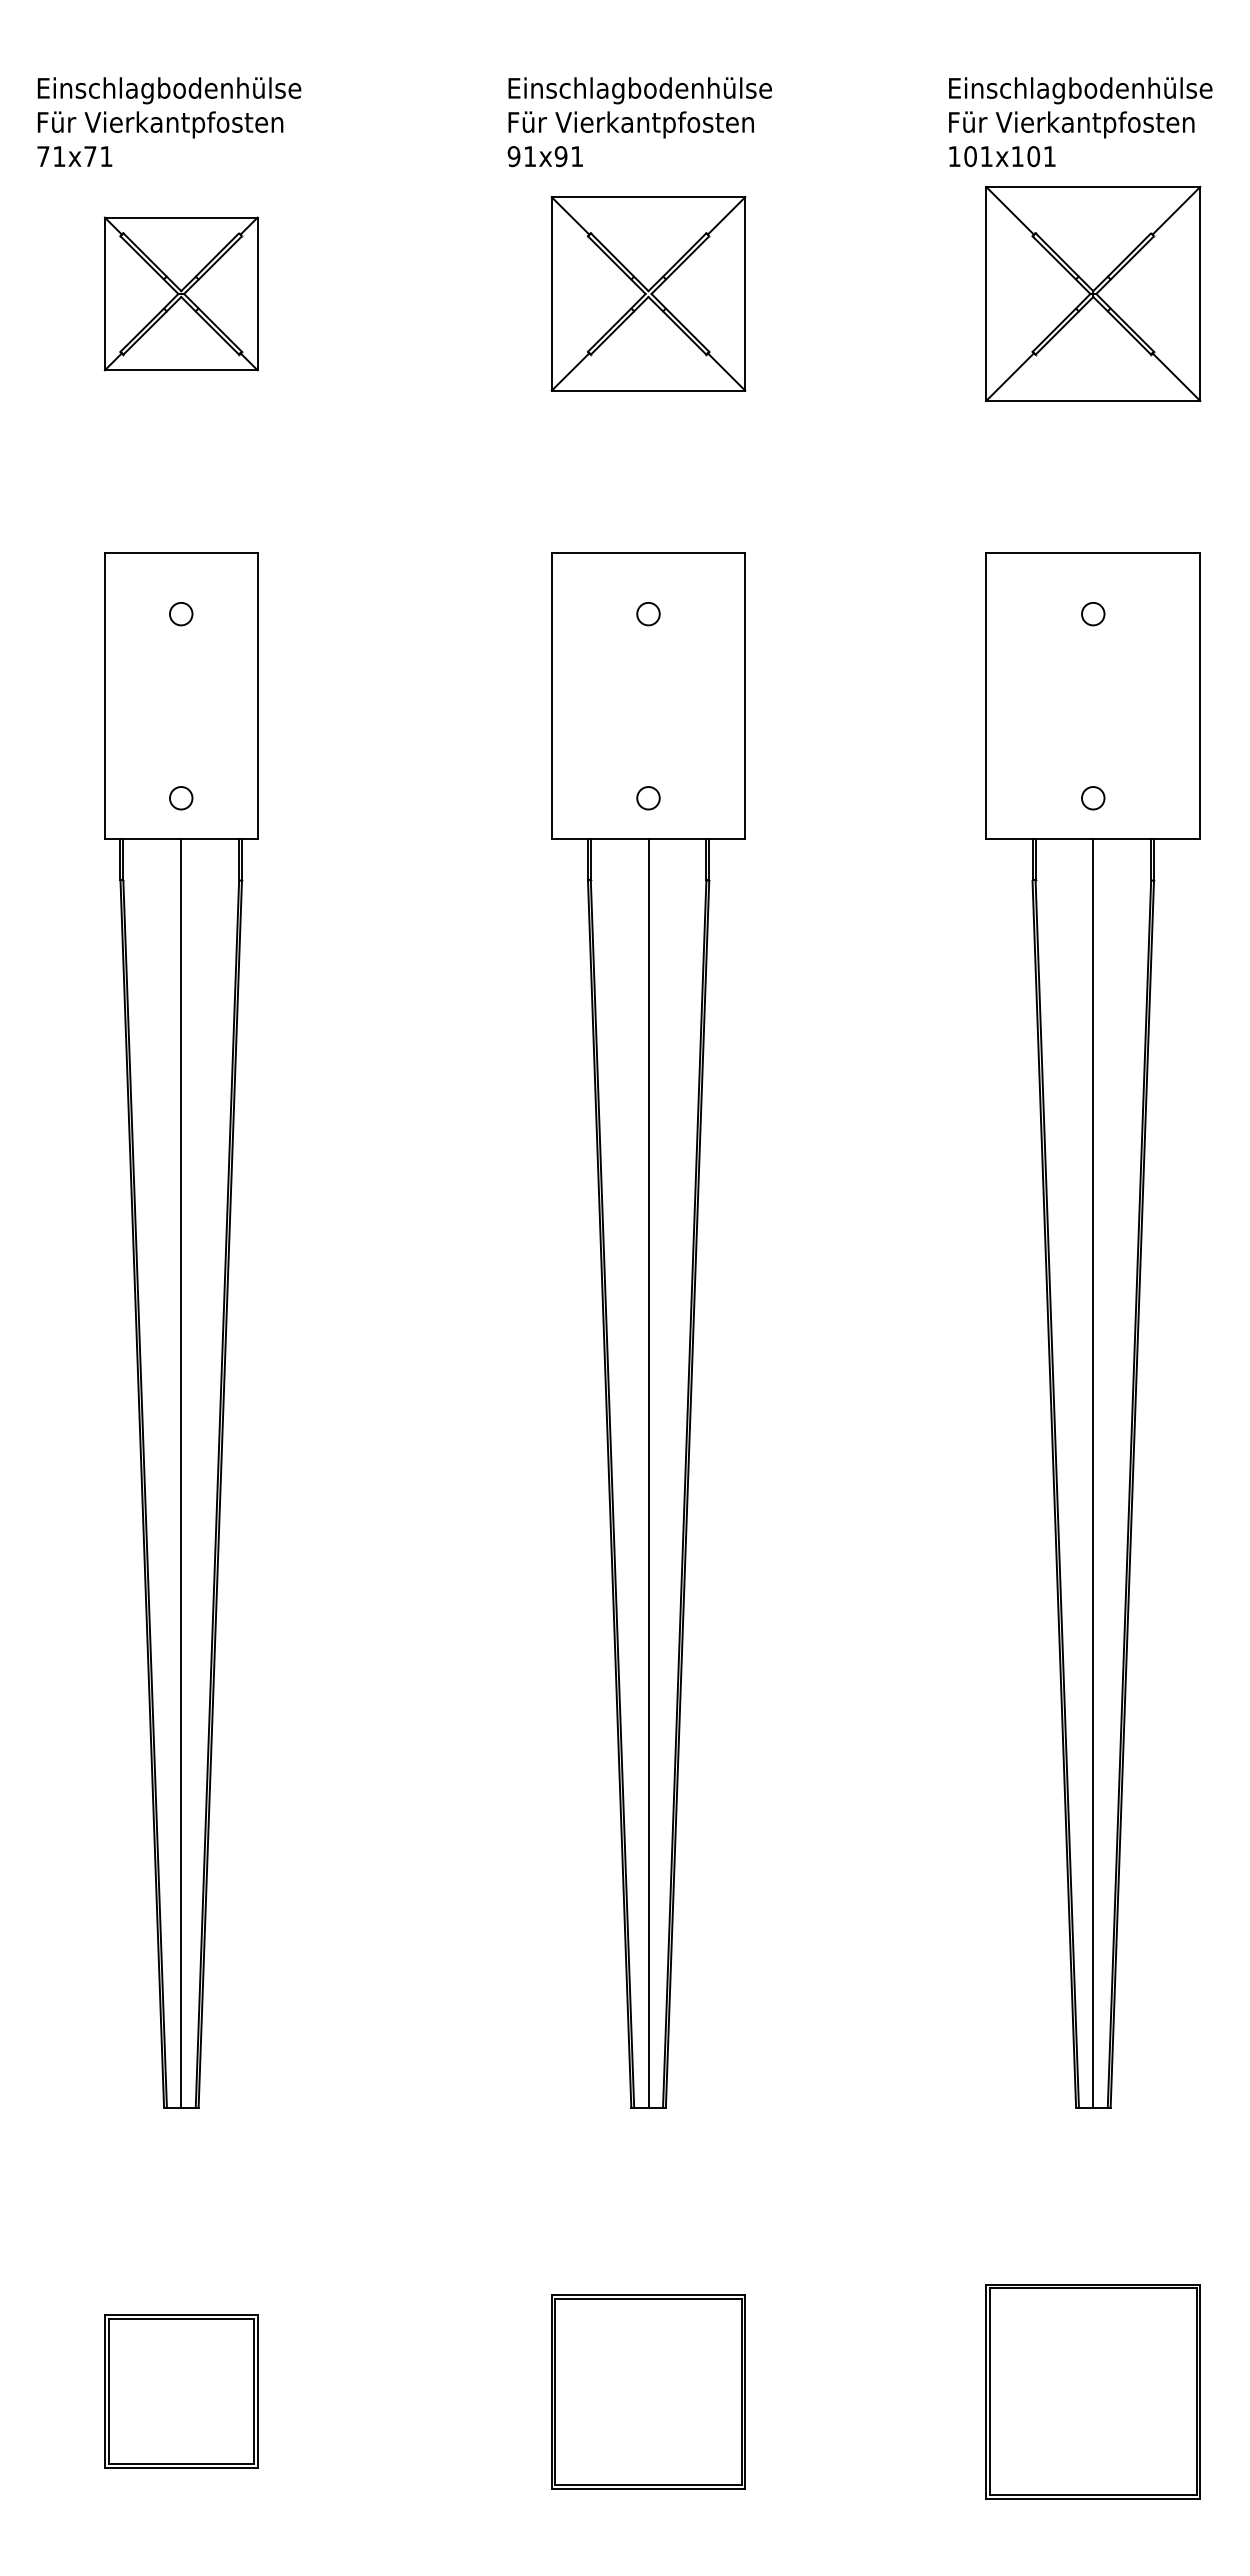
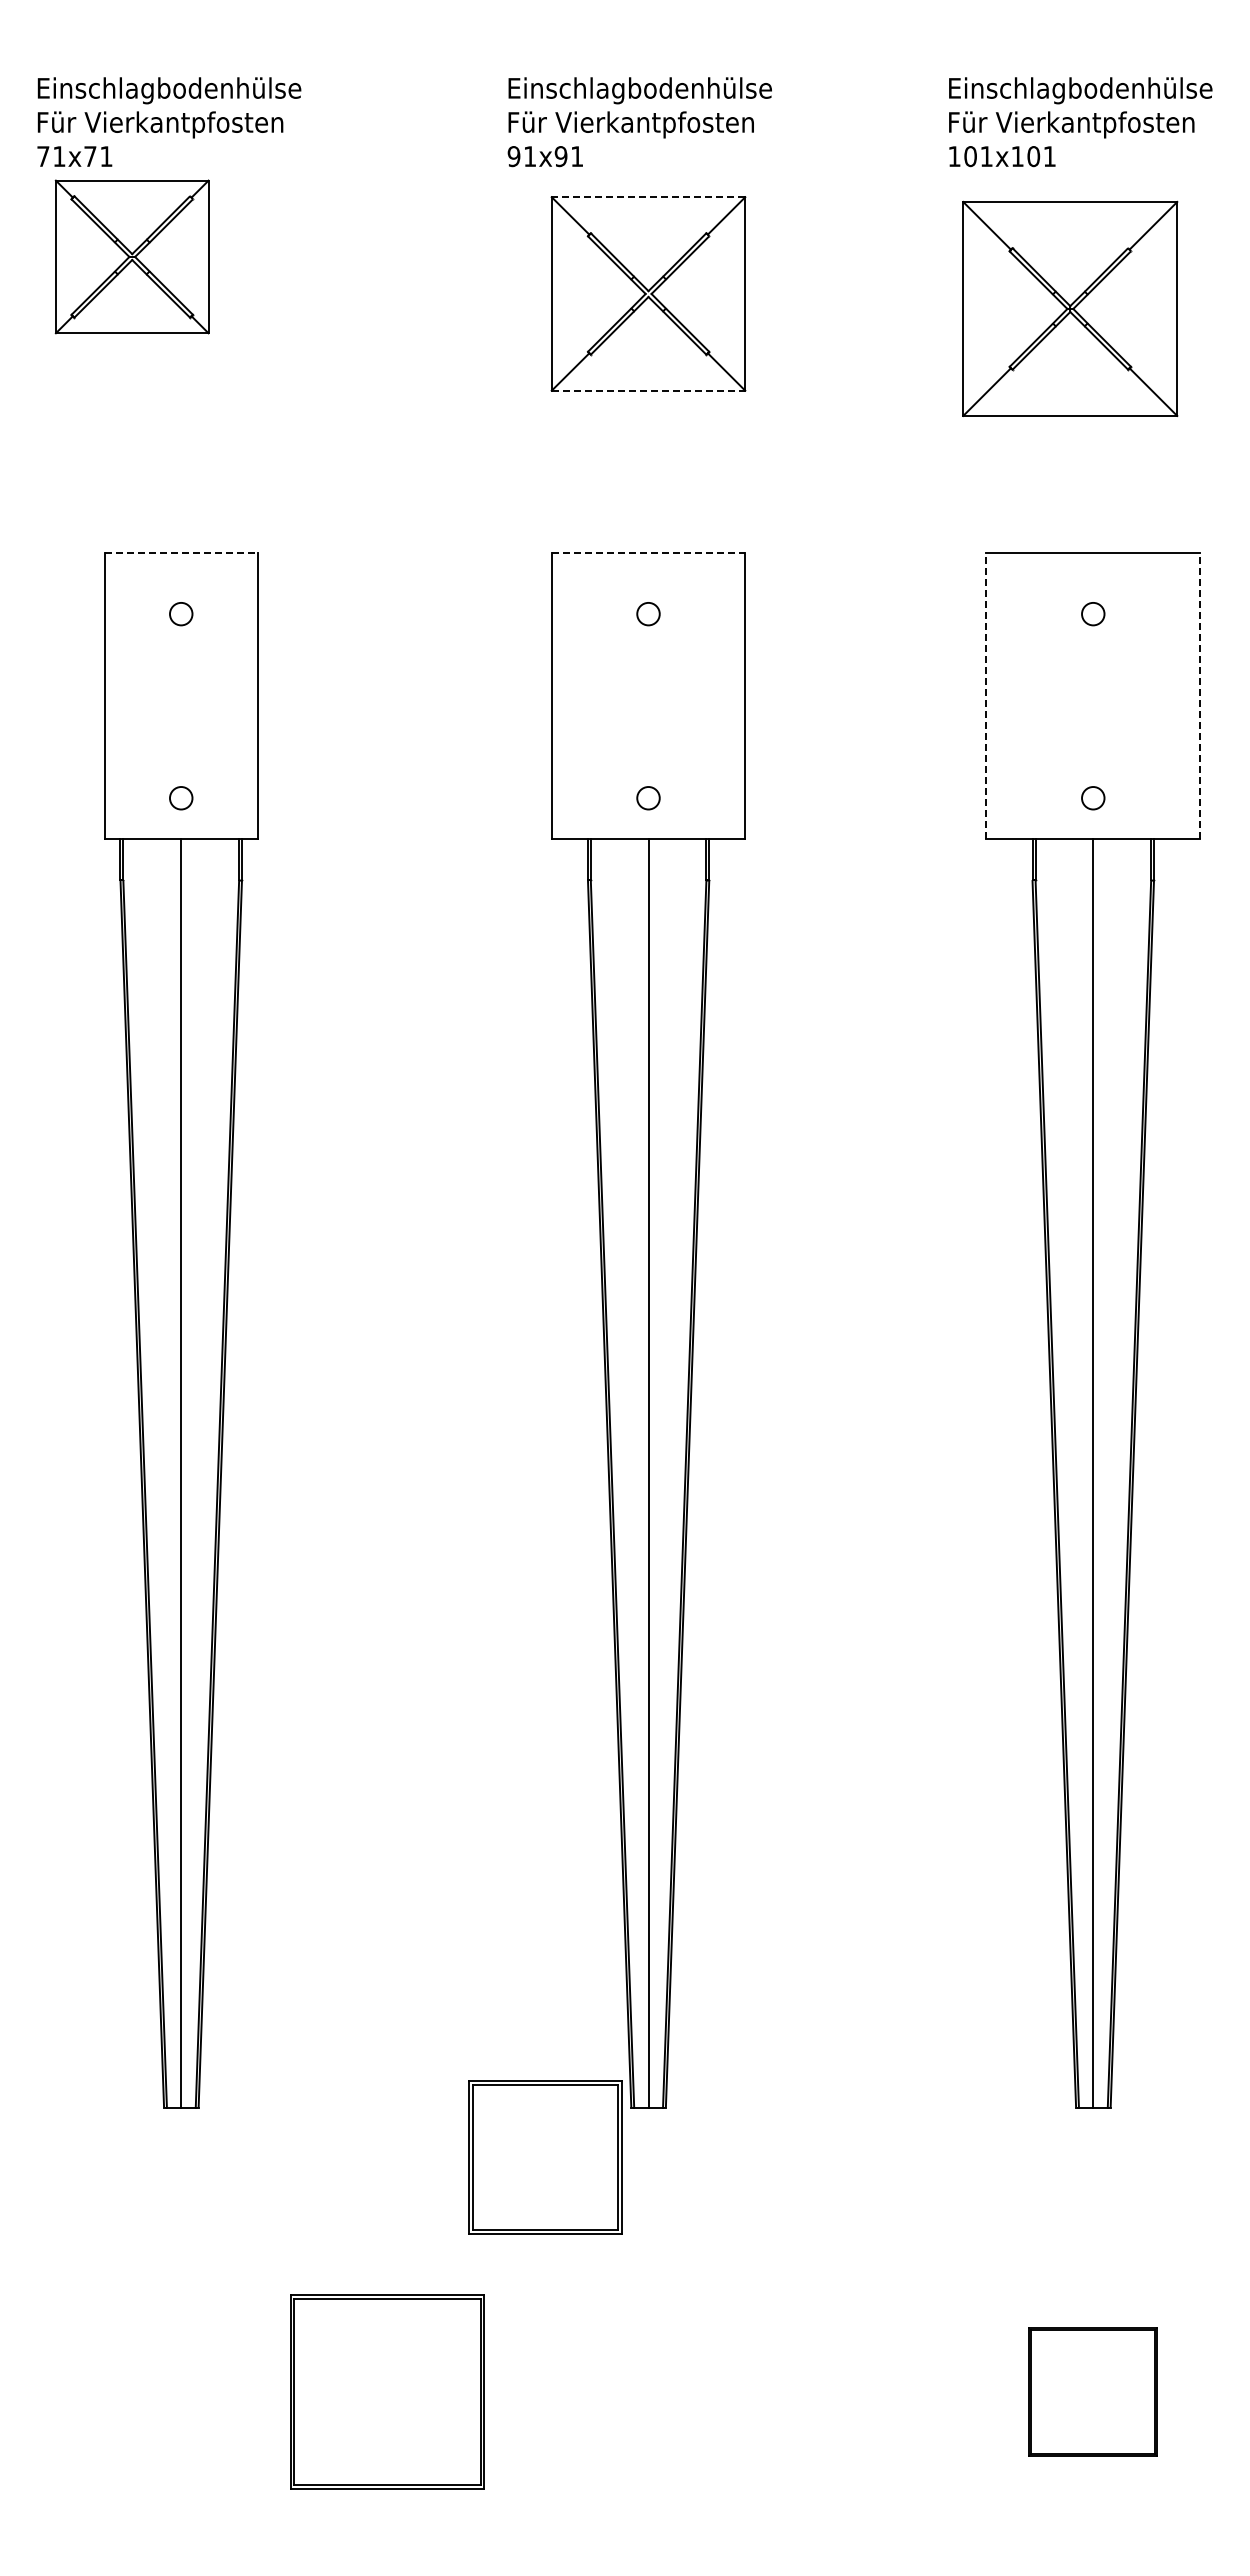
line at (648, 197): solid -> dashed
part at (180, 293) position: (180, 293) -> (131, 256)
part at (1093, 293) position: (1093, 293) -> (1070, 308)
line at (648, 390): solid -> dashed
line at (181, 552): solid -> dashed
line at (648, 552): solid -> dashed
line at (986, 695): solid -> dashed
line at (1200, 695): solid -> dashed
part at (181, 2391) position: (181, 2391) -> (545, 2157)
part at (648, 2391) position: (648, 2391) -> (387, 2391)
part at (1092, 2391) size: 216x216 px -> 130x130 px
